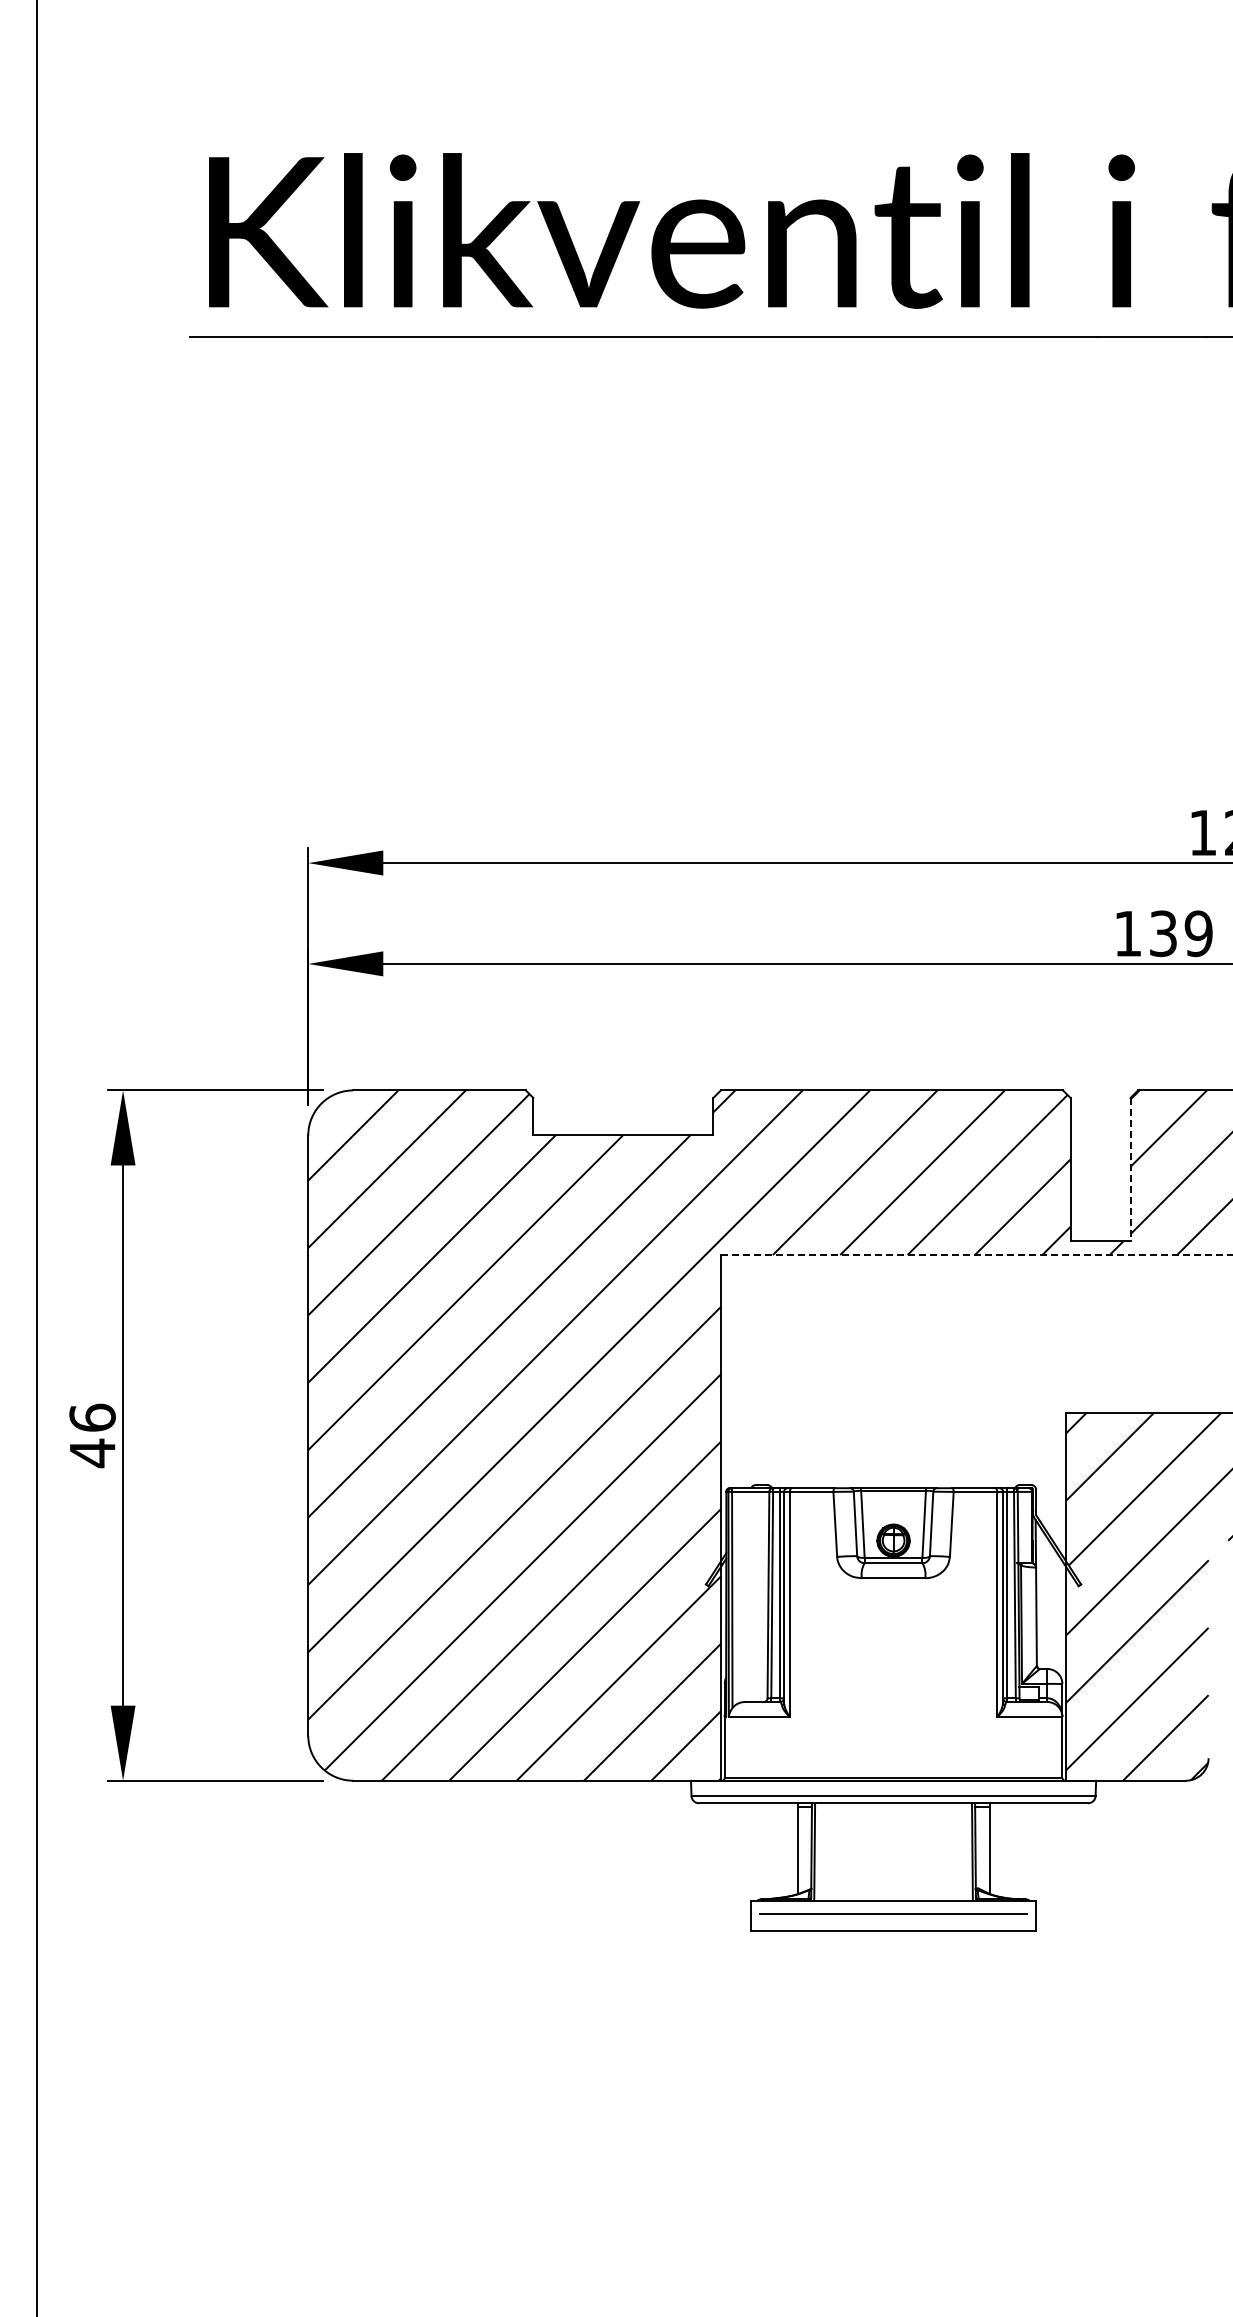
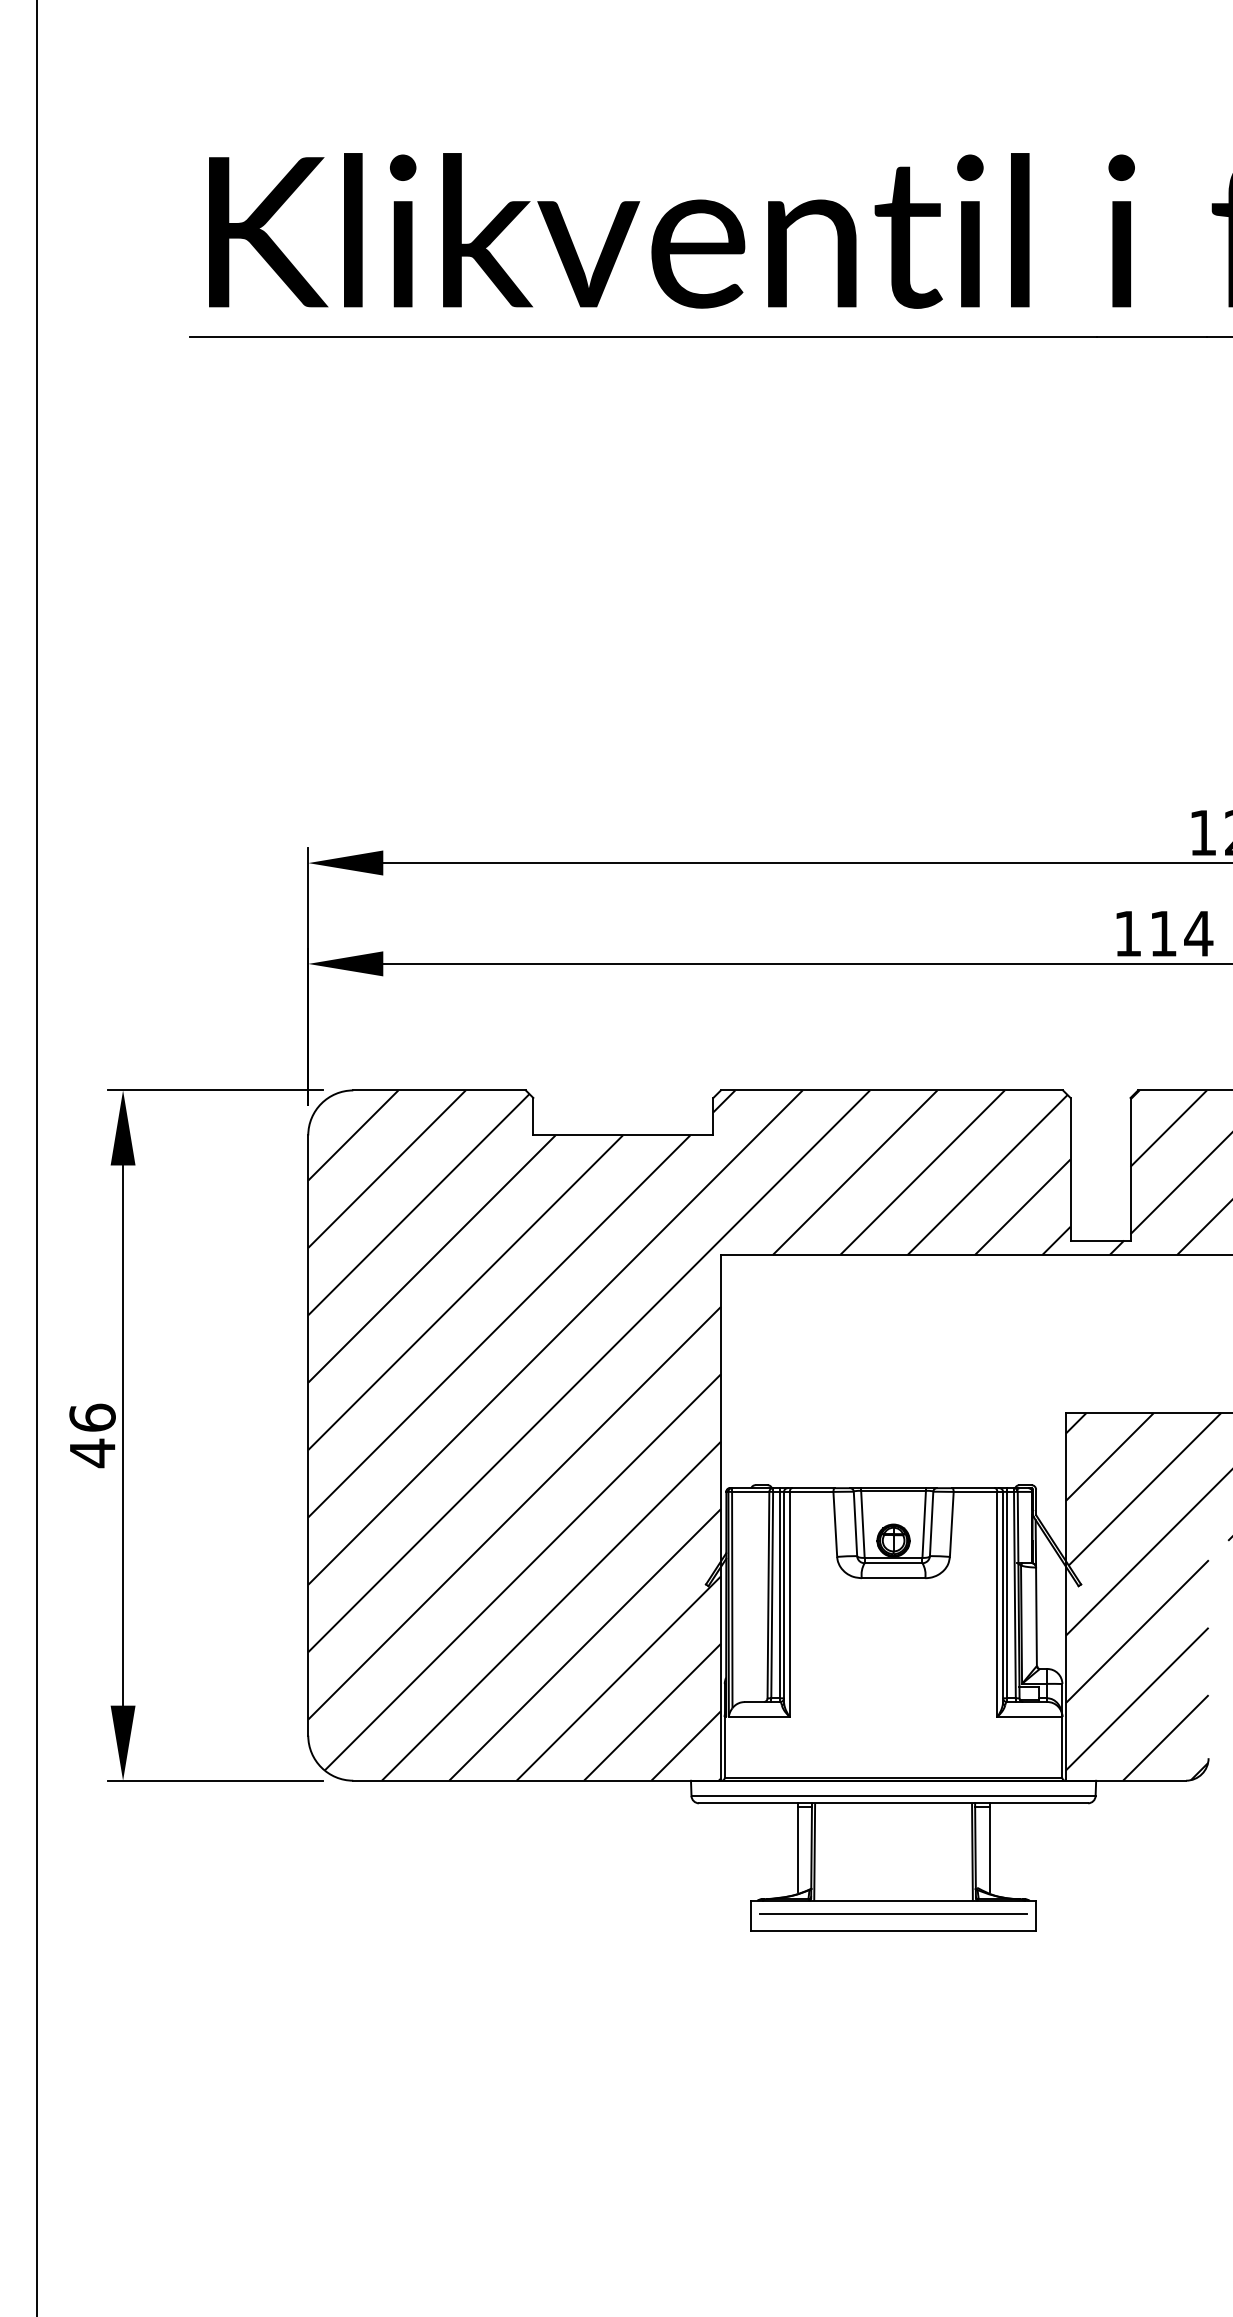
text at (1181, 933): 139 -> 114
line at (1130, 1169): dashed -> solid
line at (976, 1255): dashed -> solid
